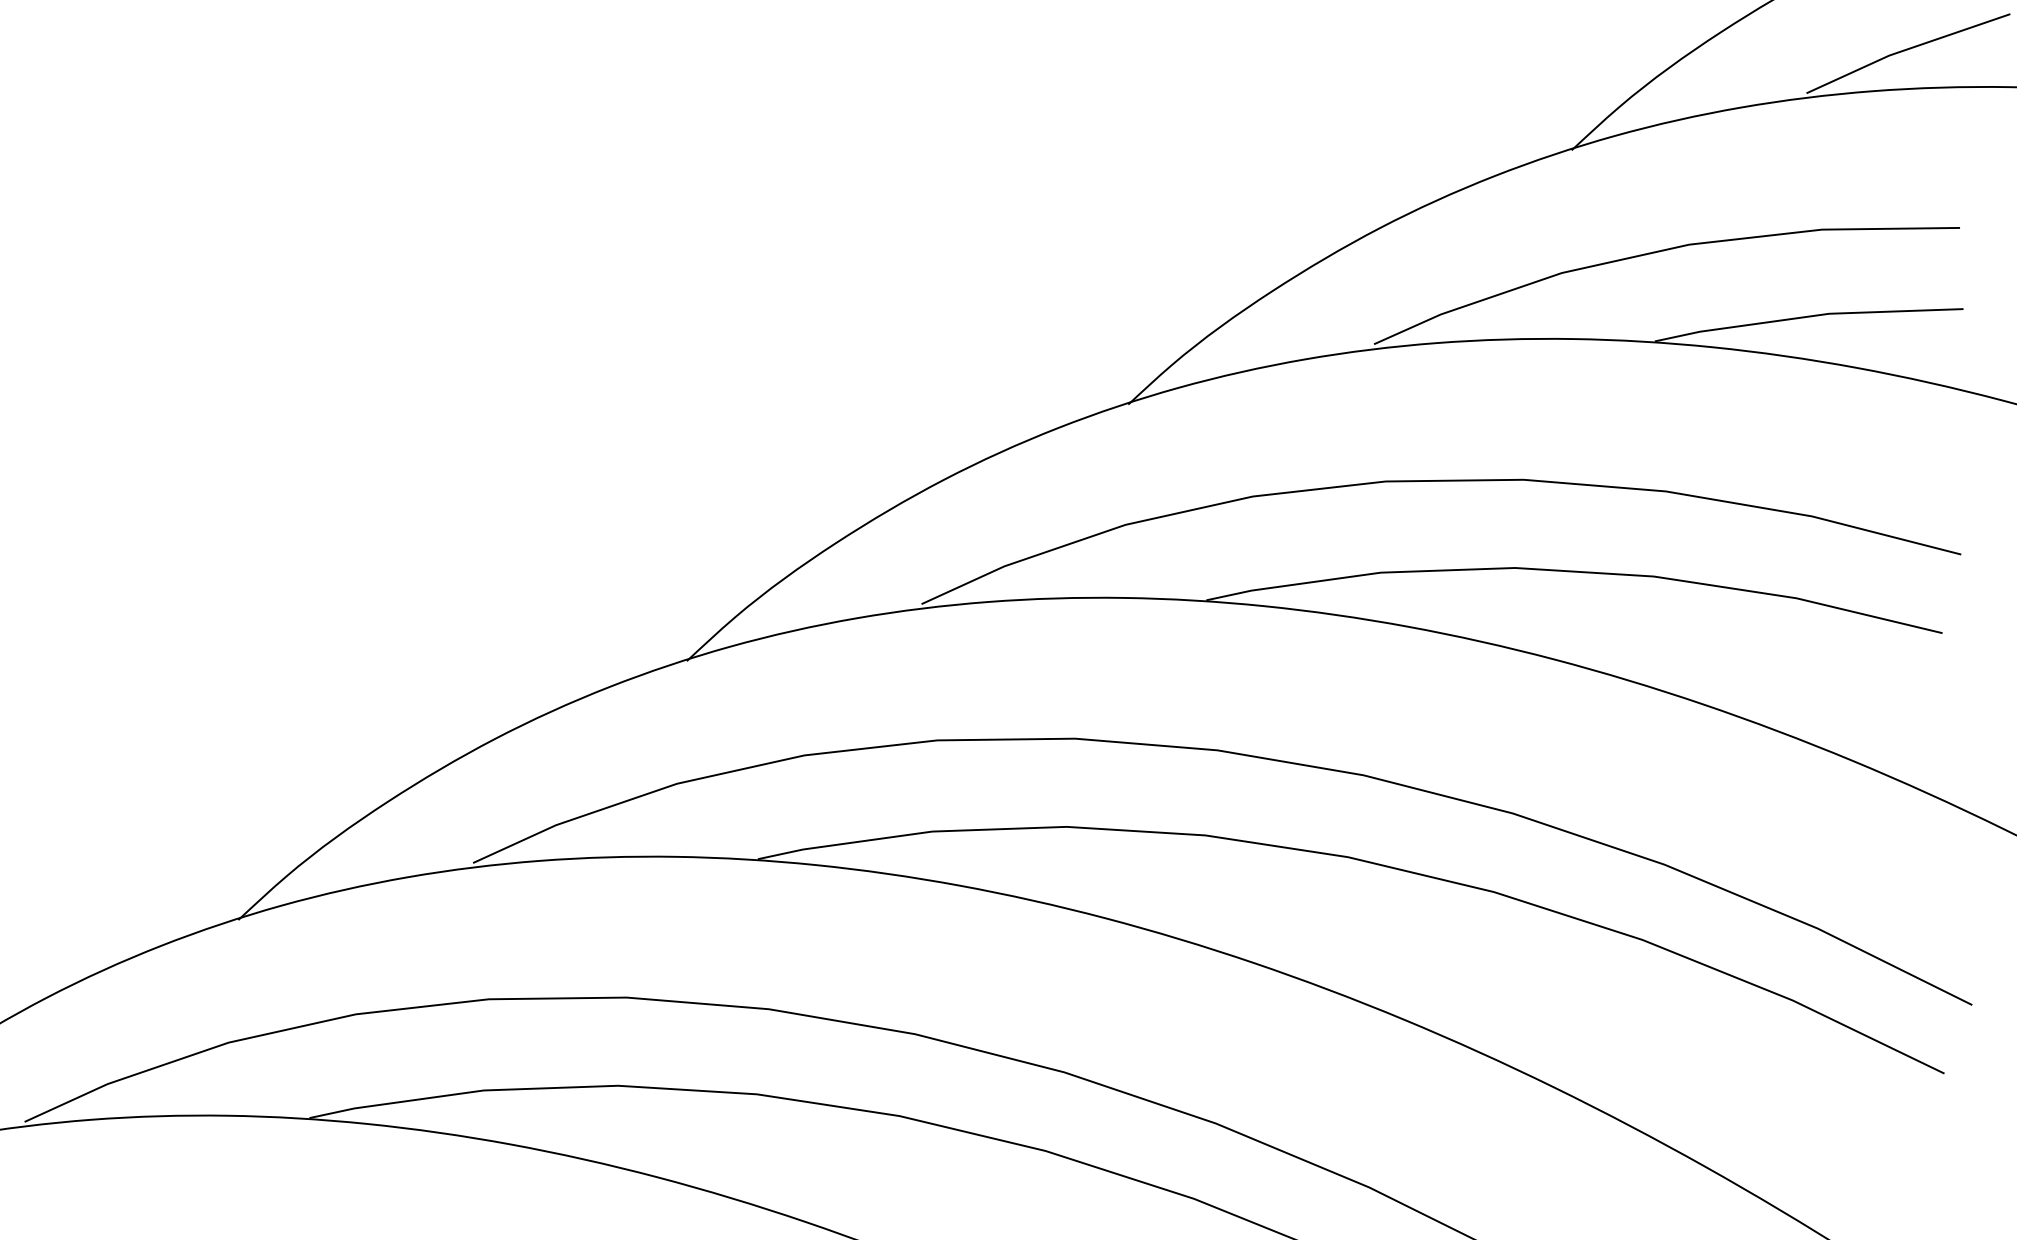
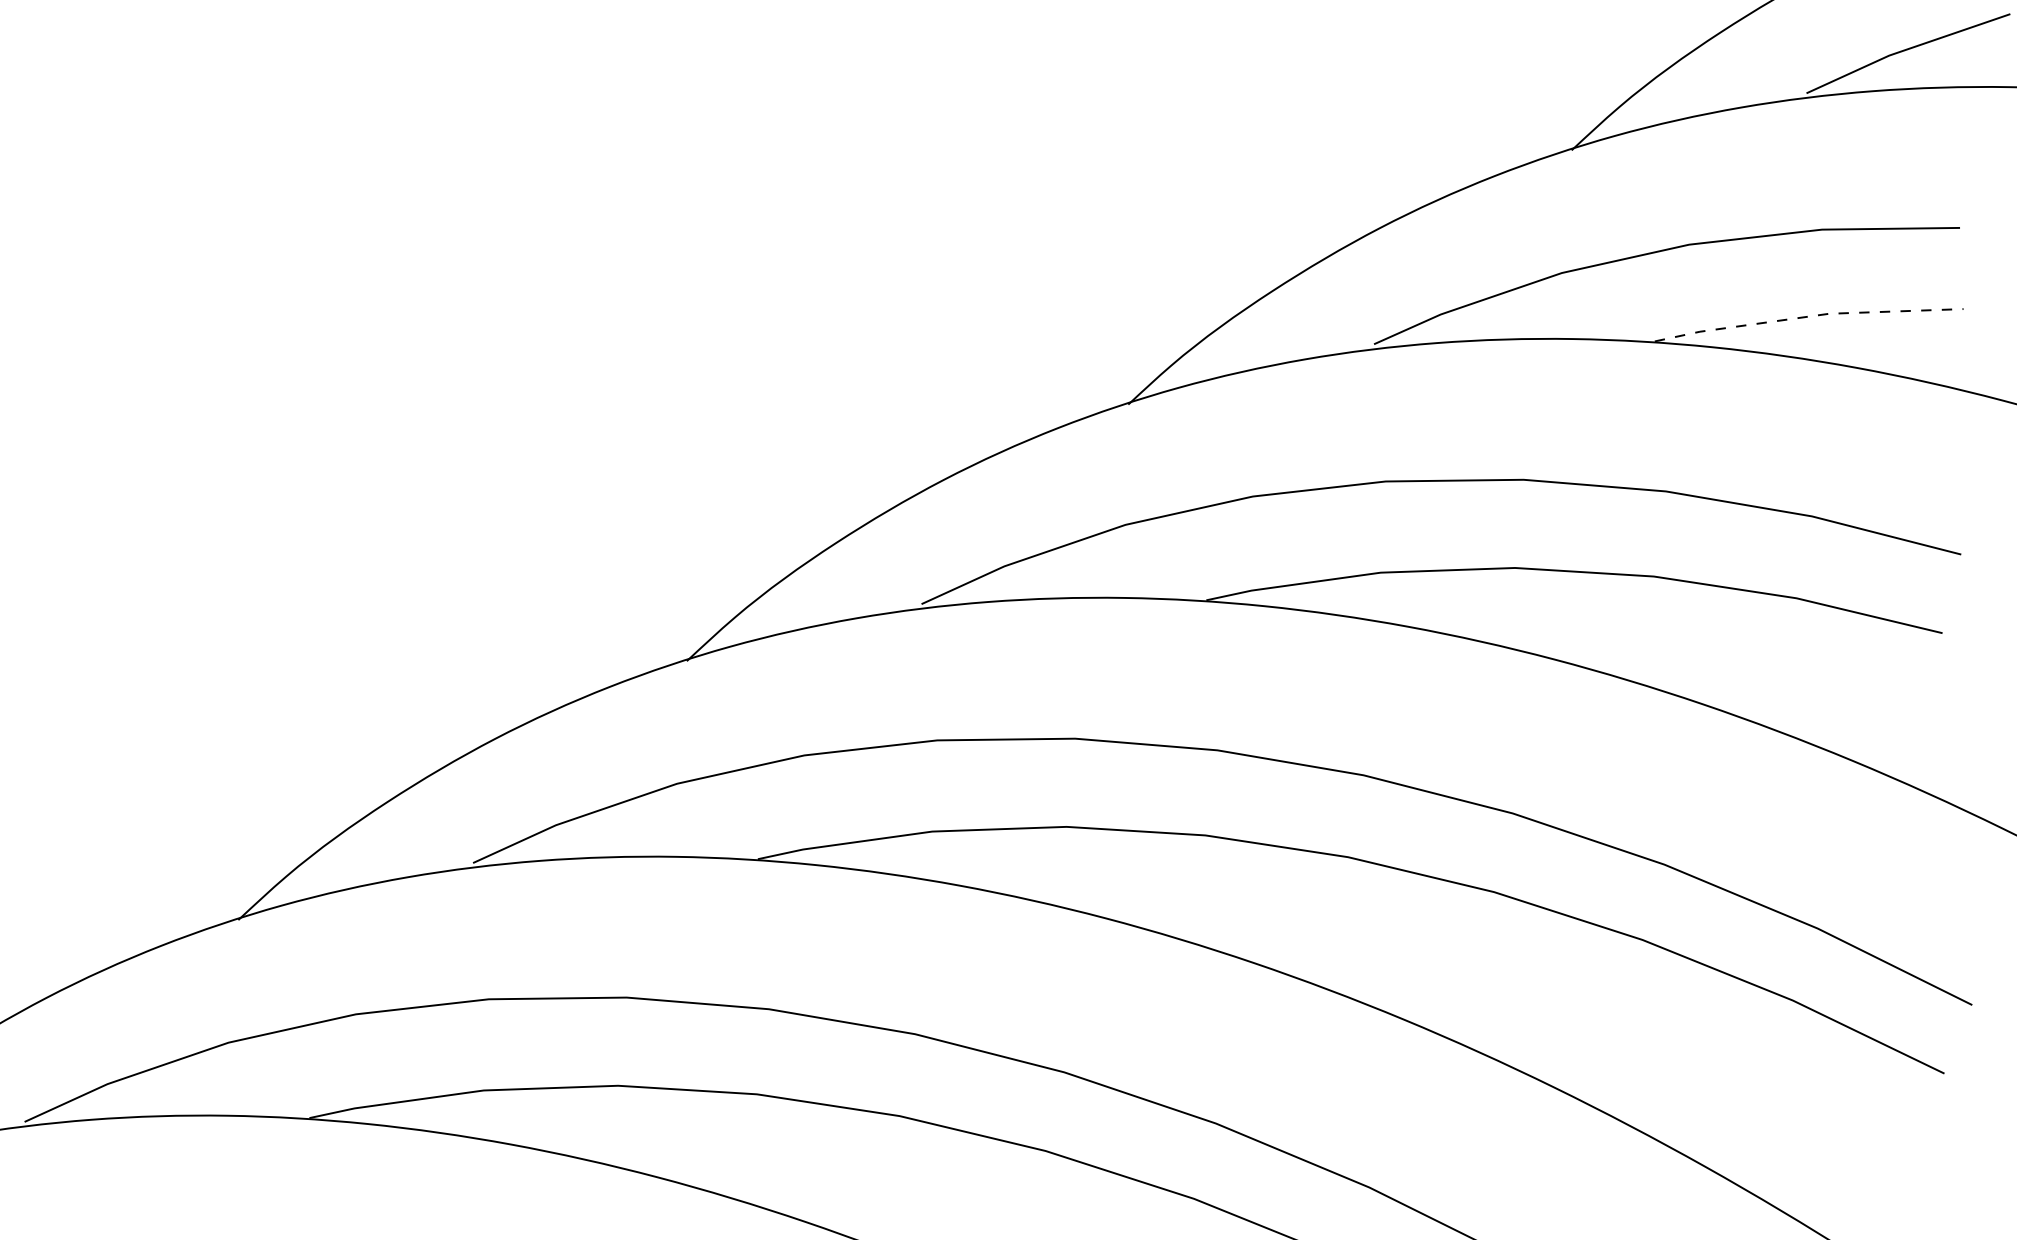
line at (1808, 316): solid -> dashed
